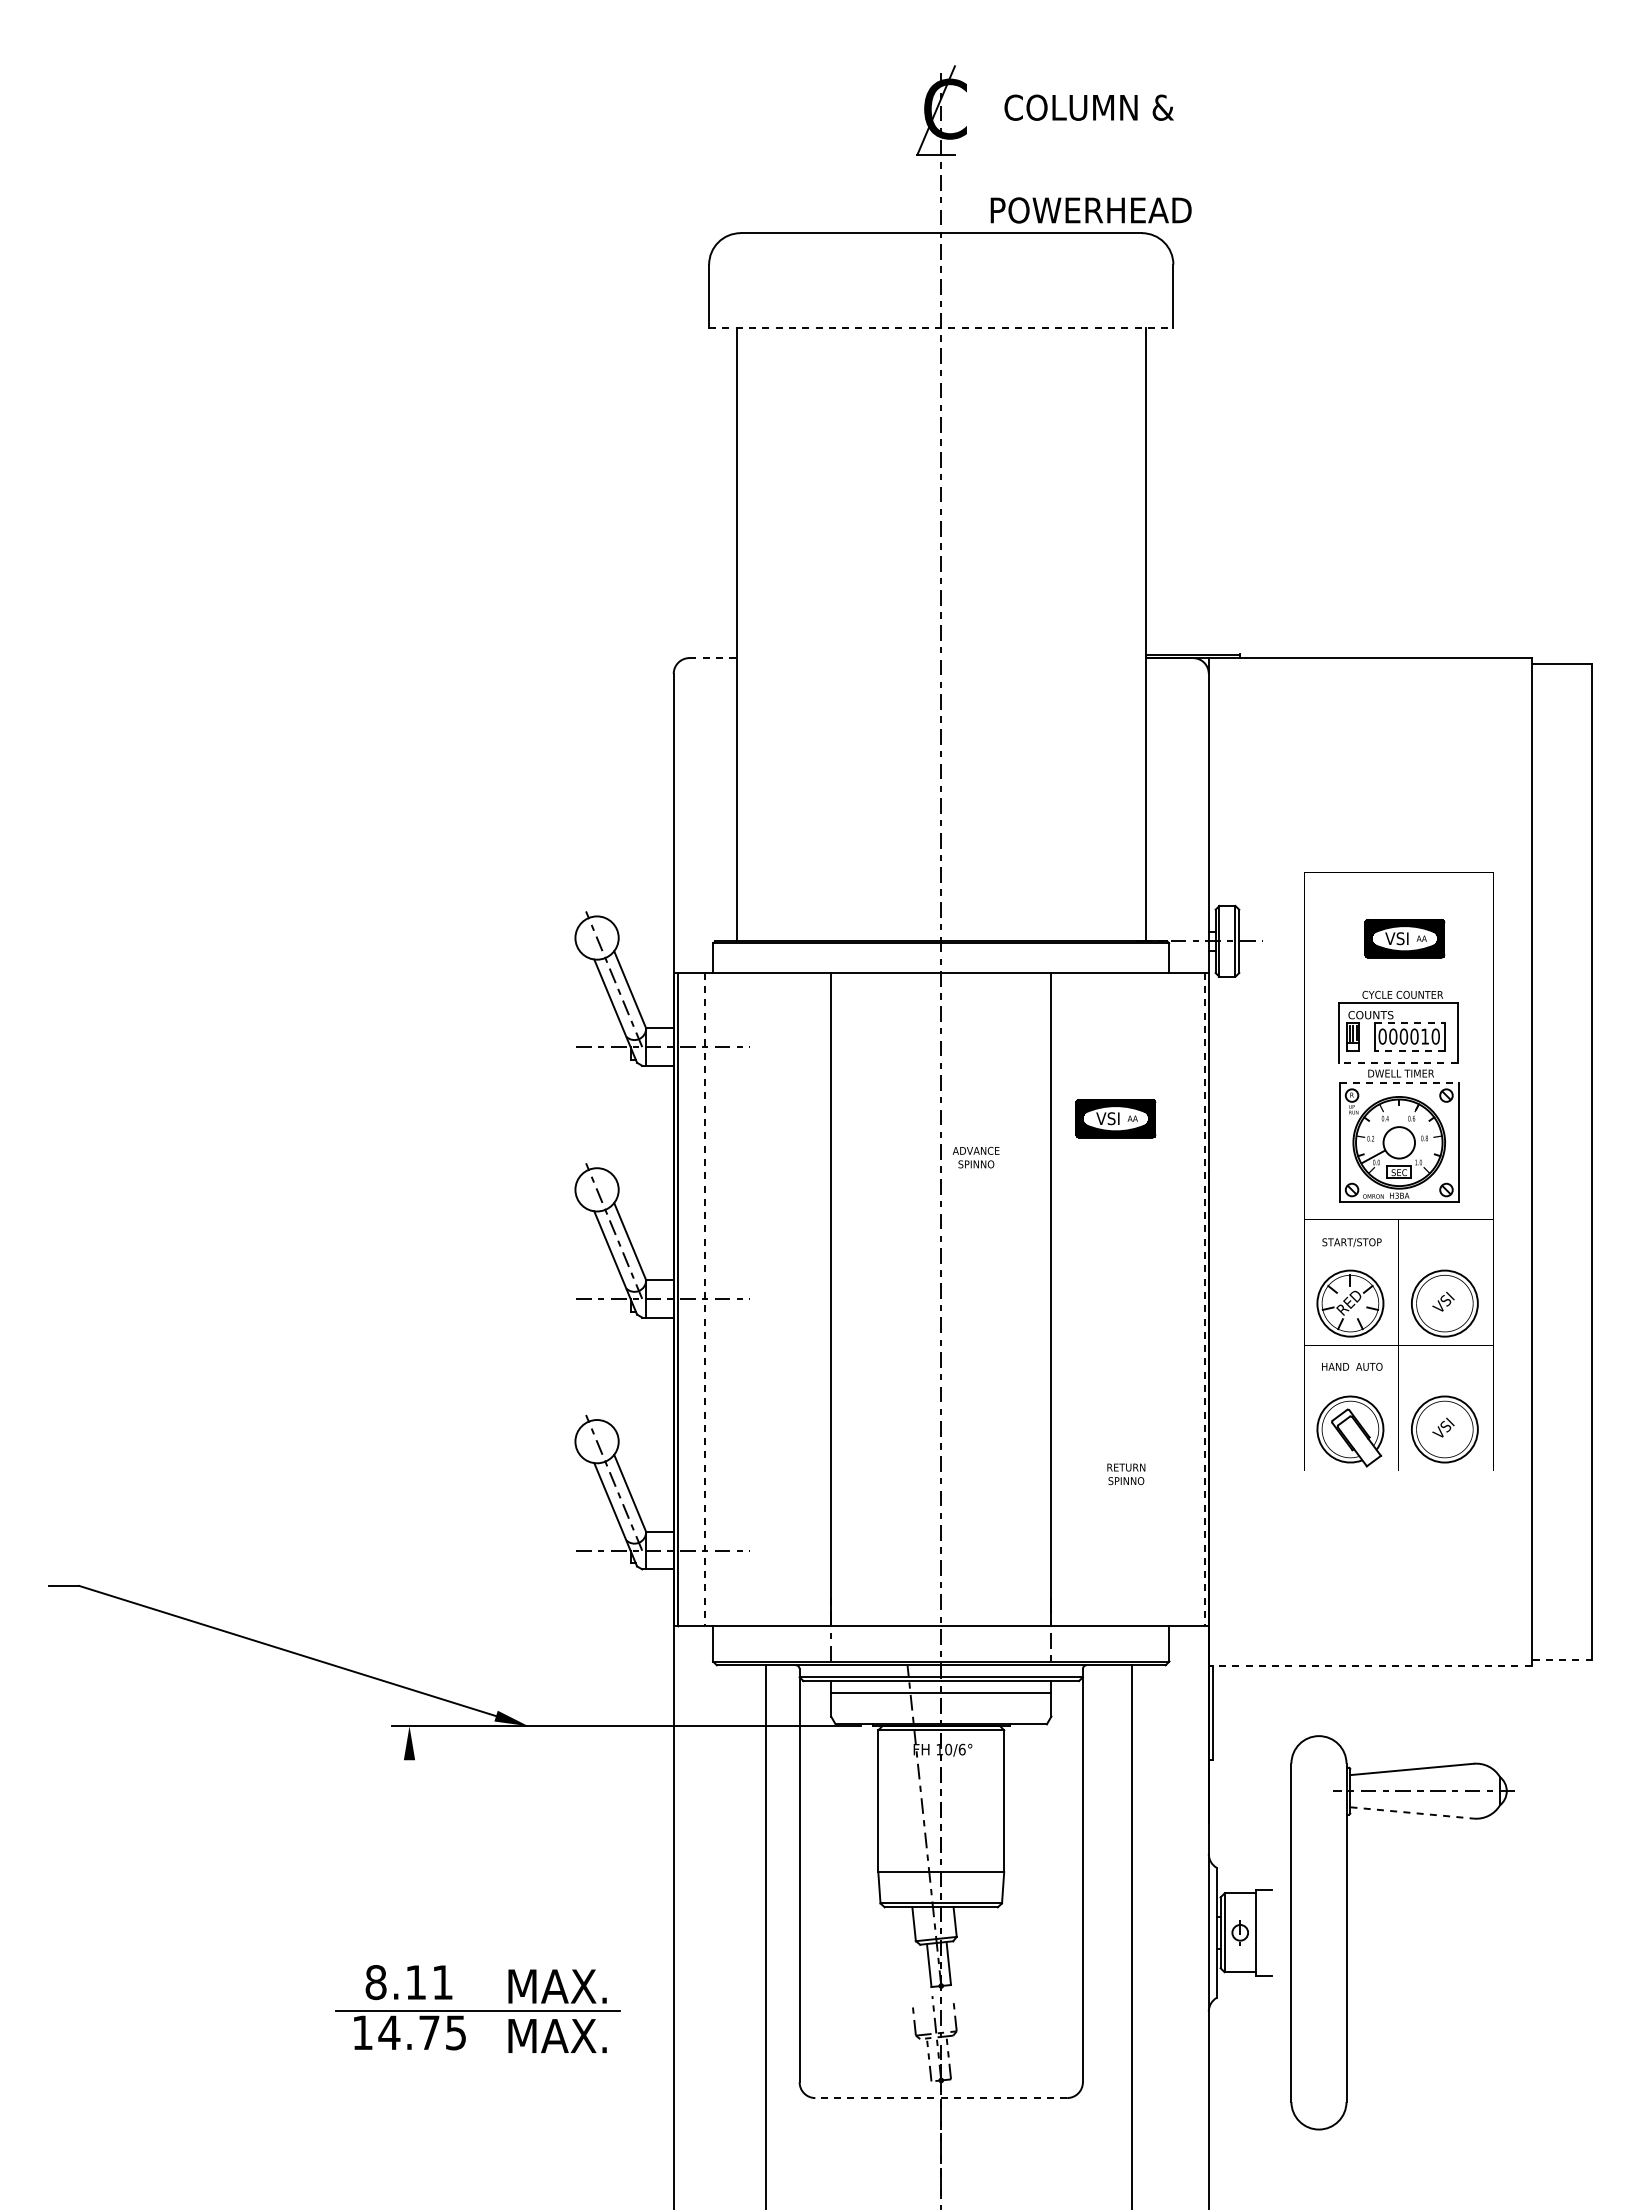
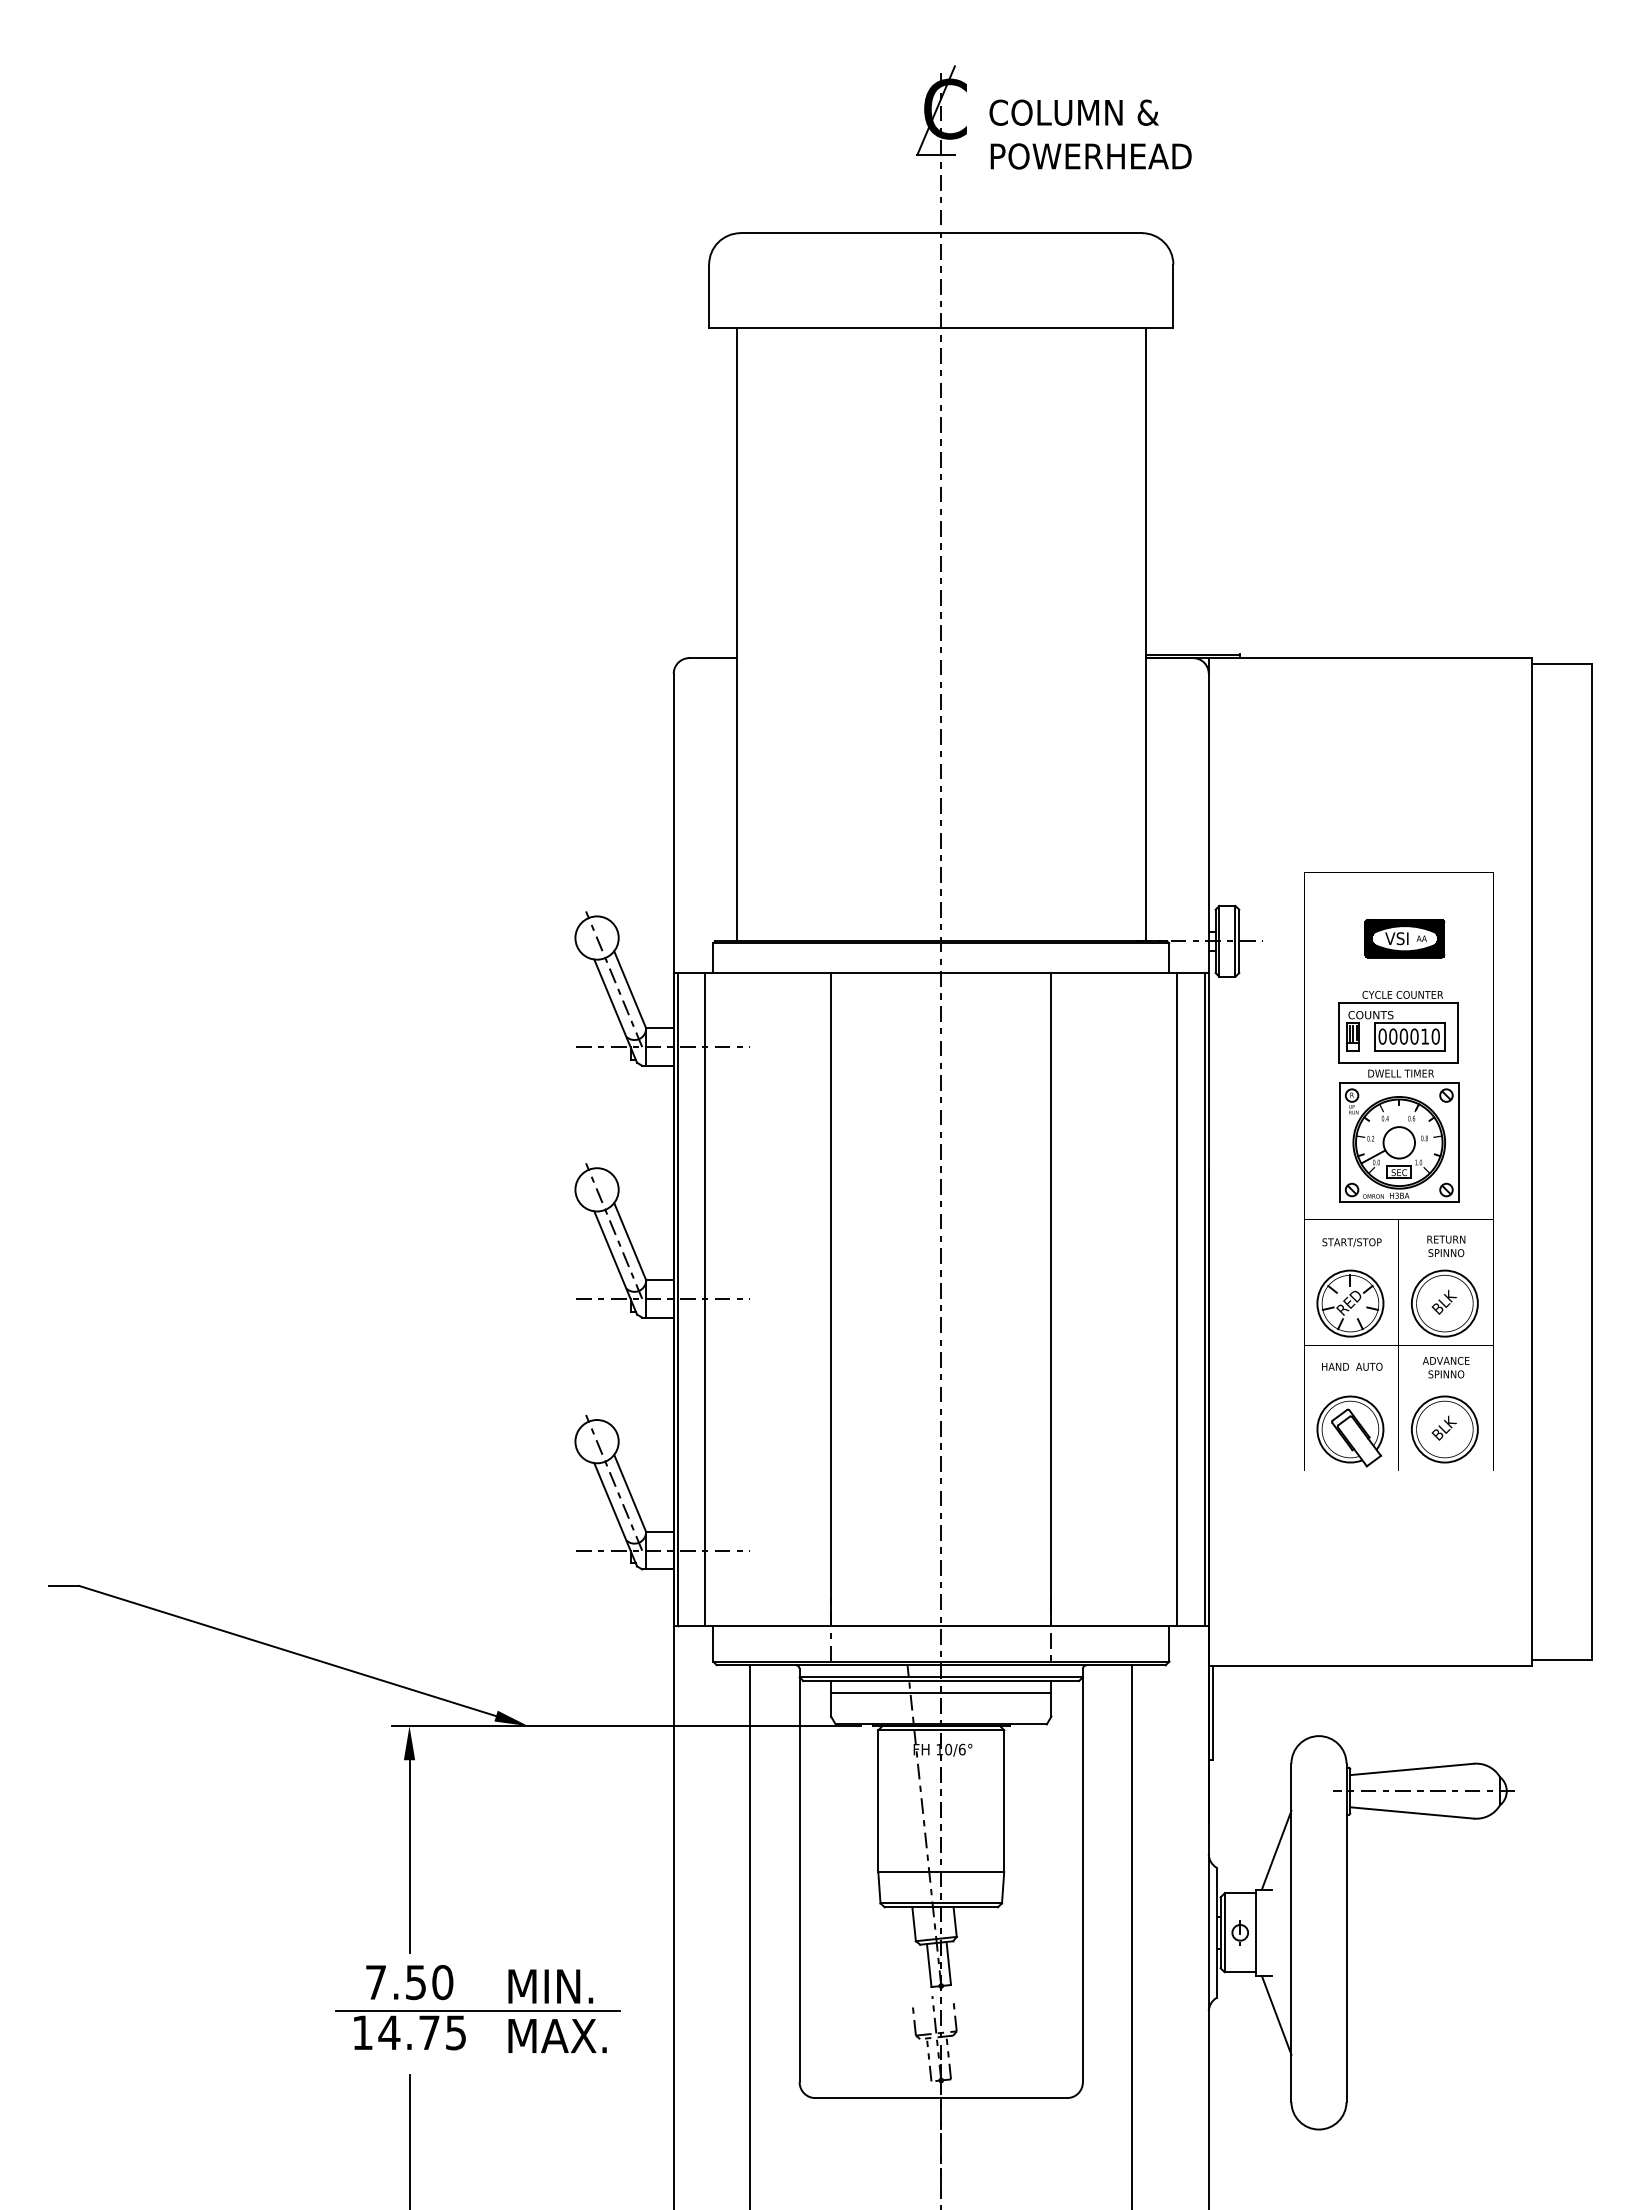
text at (1088, 107) position: (1088, 107) -> (1073, 112)
text at (1090, 210) position: (1090, 210) -> (1090, 156)
line at (941, 327): dashed -> solid
line at (713, 658): dashed -> solid
line at (1410, 1023): dashed -> solid
line at (1409, 1050): dashed -> solid
line at (1397, 1062): dashed -> solid
line at (1399, 1083): dashed -> solid
part at (1115, 1118): present -> none
text at (975, 1157) position: (975, 1157) -> (1445, 1367)
line at (1177, 1298): none -> present
line at (705, 1299): dashed -> solid
line at (1204, 1299): dashed -> solid
text at (1444, 1301): VSI -> BLK
text at (1443, 1427): VSI -> BLK
text at (1126, 1474) position: (1126, 1474) -> (1446, 1246)
line at (1562, 1659): dashed -> solid
line at (1369, 1665): dashed -> solid
line at (1412, 1812): dashed -> solid
line at (1276, 1849): none -> present
line at (409, 1856): none -> present
line at (766, 1935) position: (766, 1935) -> (750, 1935)
text at (409, 1982): 8.11 -> 7.50
text at (573, 1986): MAX. -> MIN.
line at (1276, 2015): none -> present
line at (941, 2098): dashed -> solid
line at (409, 2140): none -> present
